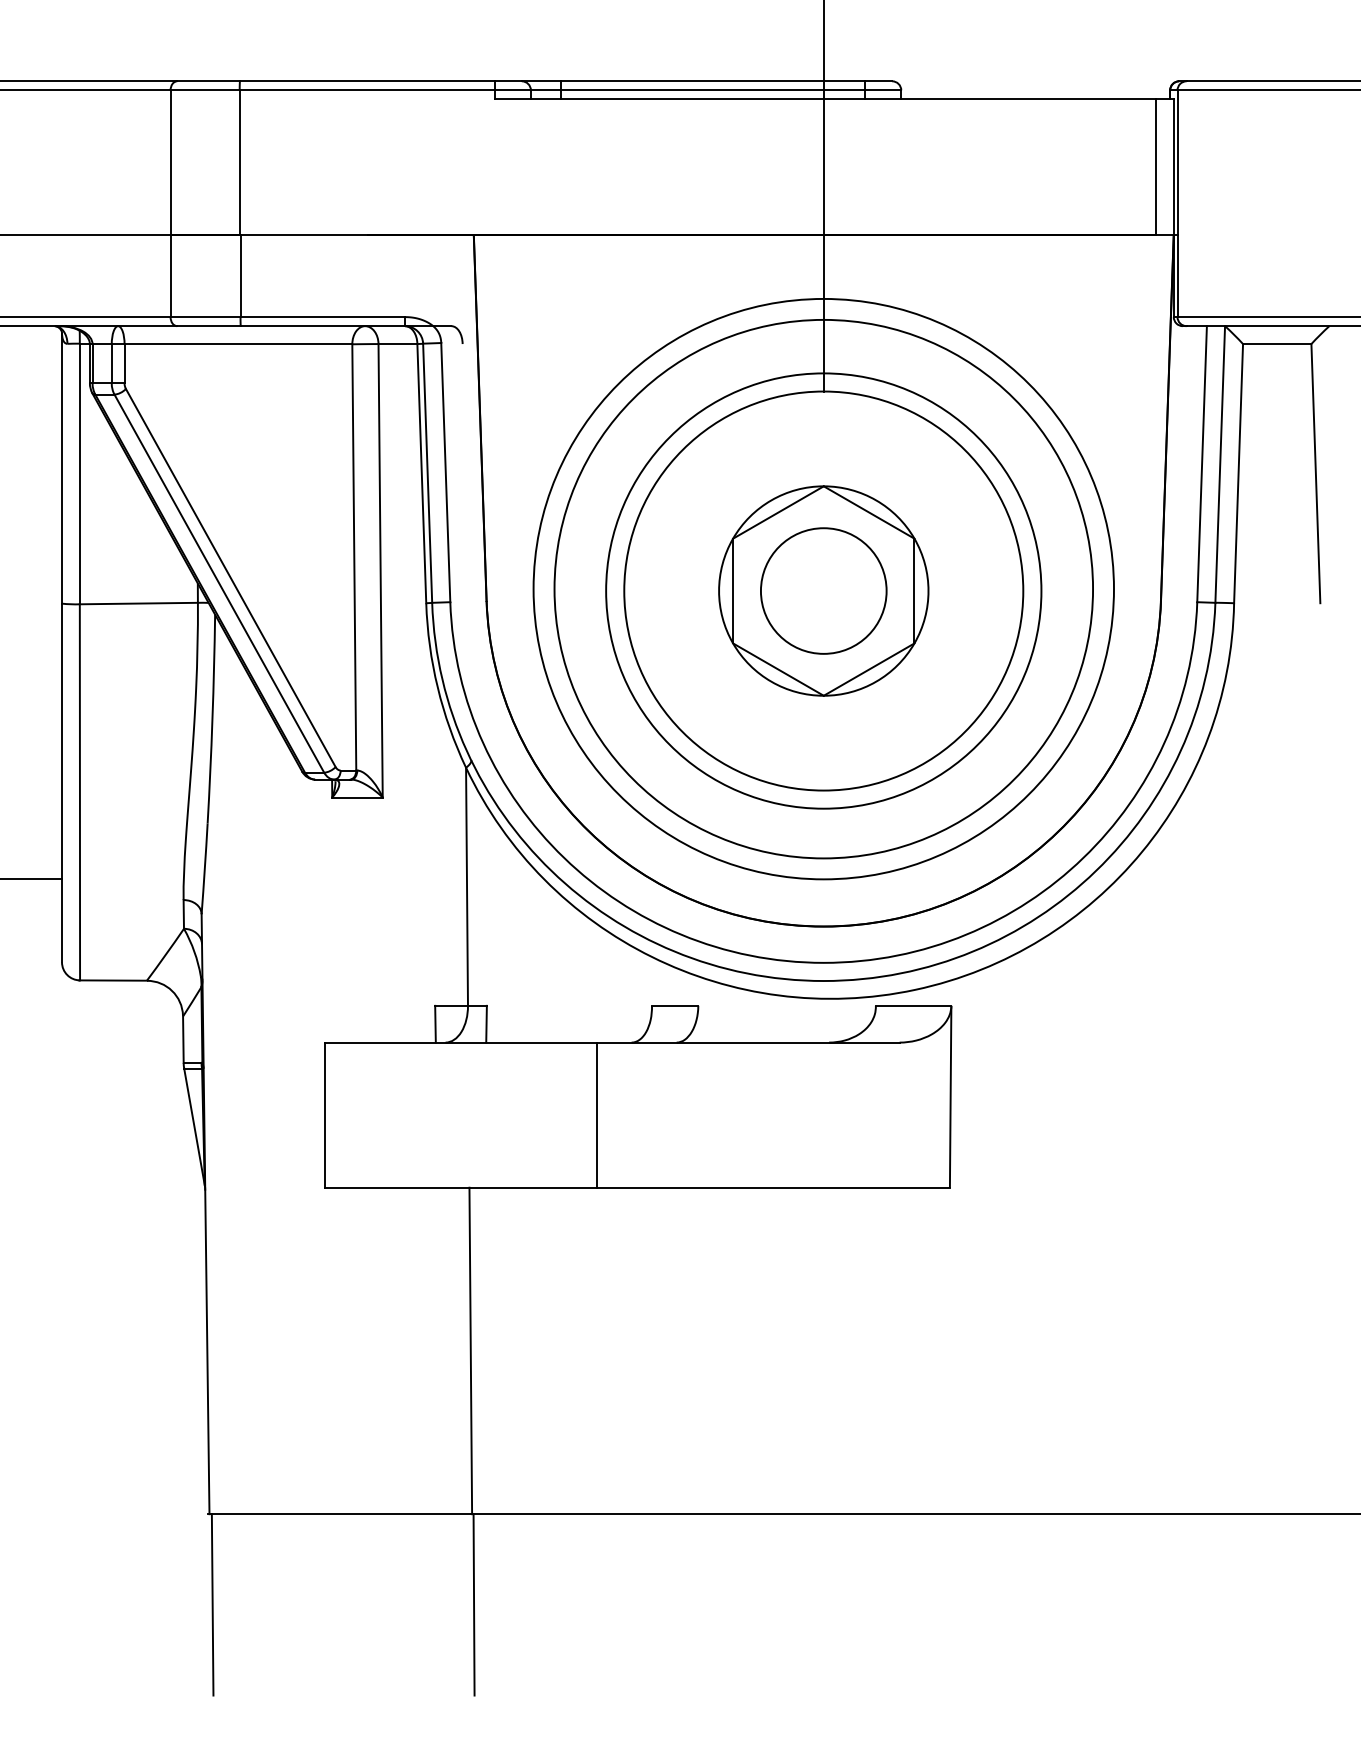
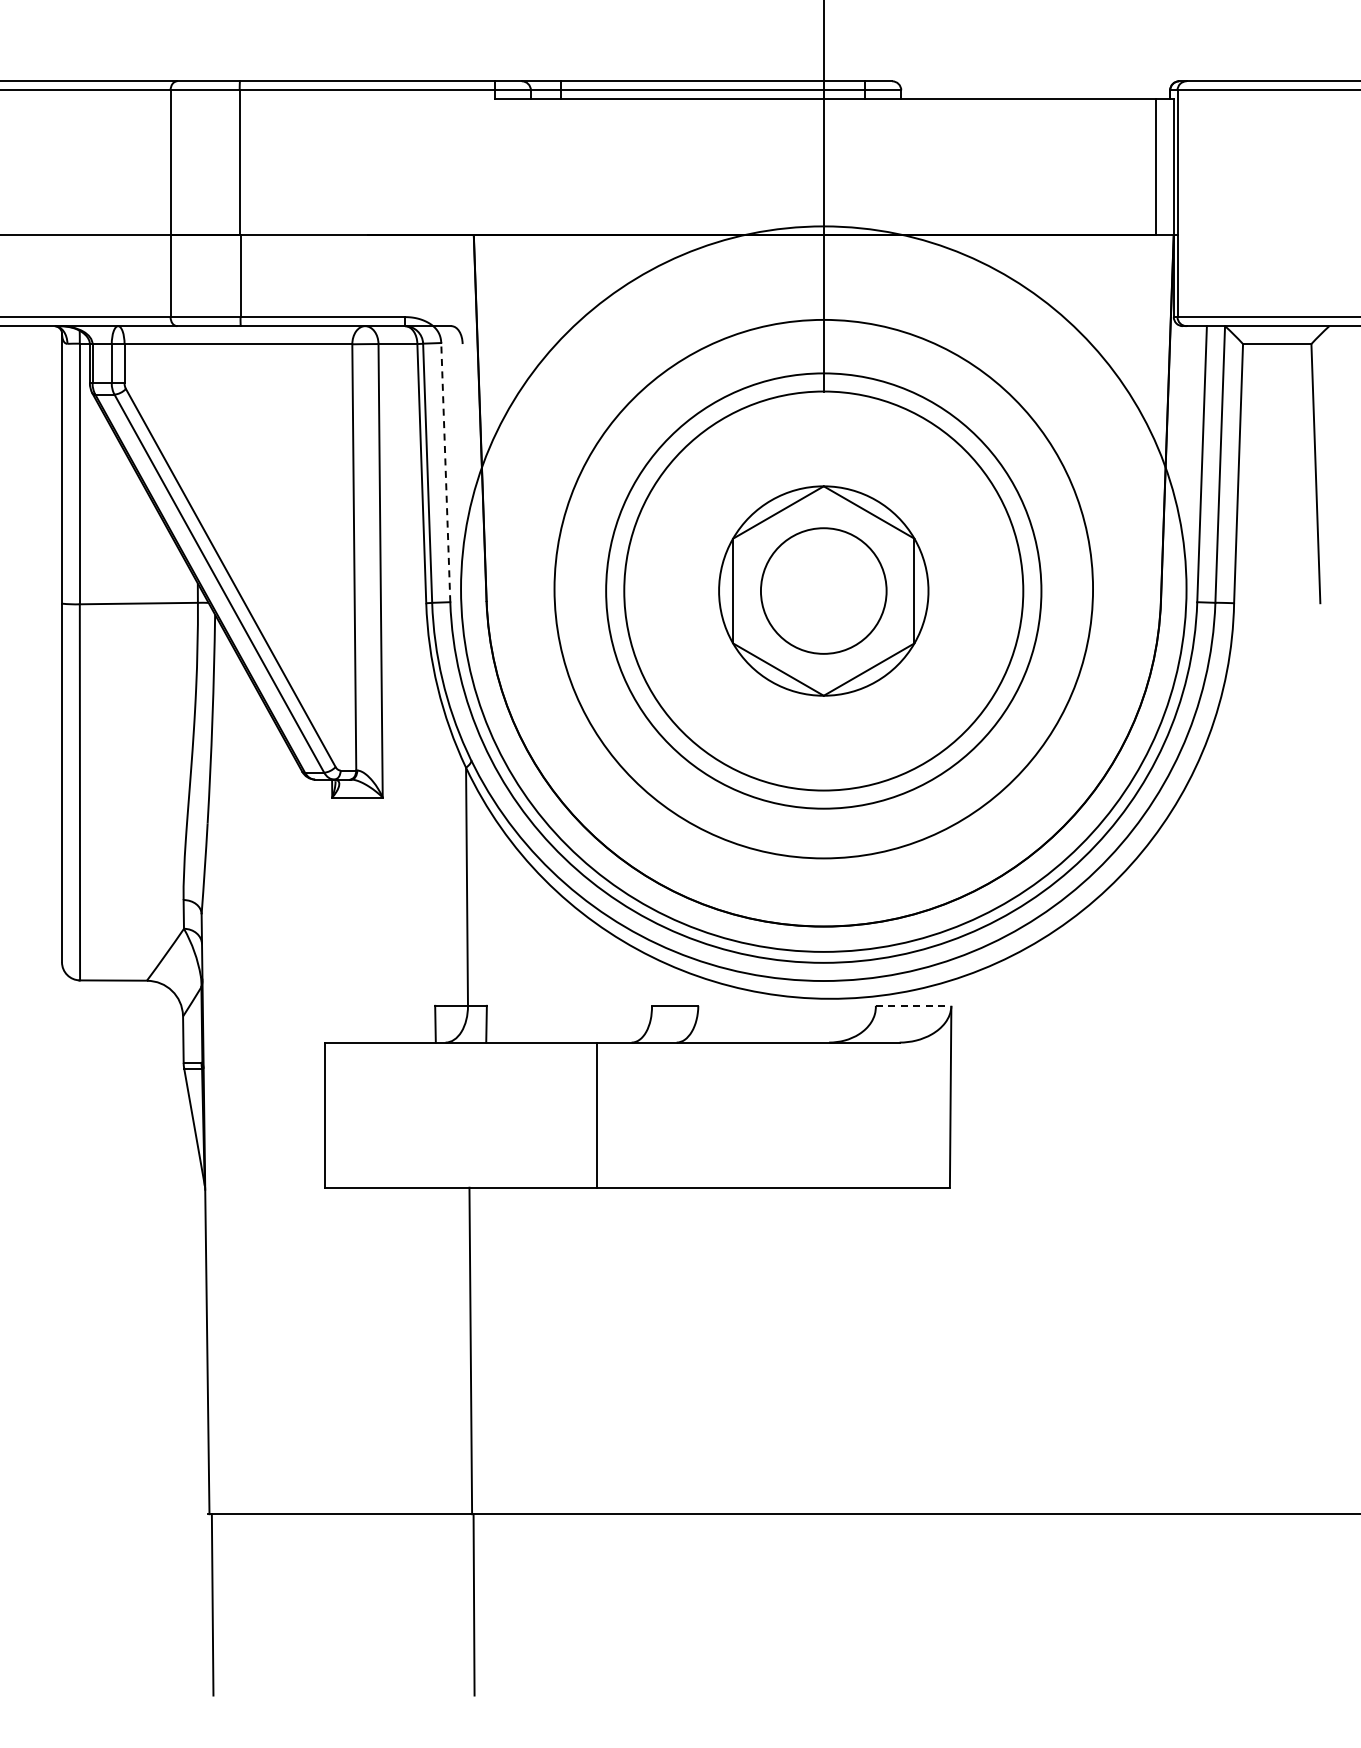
line at (445, 472): solid -> dashed
circle at (823, 588) diameter: 580 px -> 726 px
line at (32, 879): present -> none
line at (913, 1005): solid -> dashed
